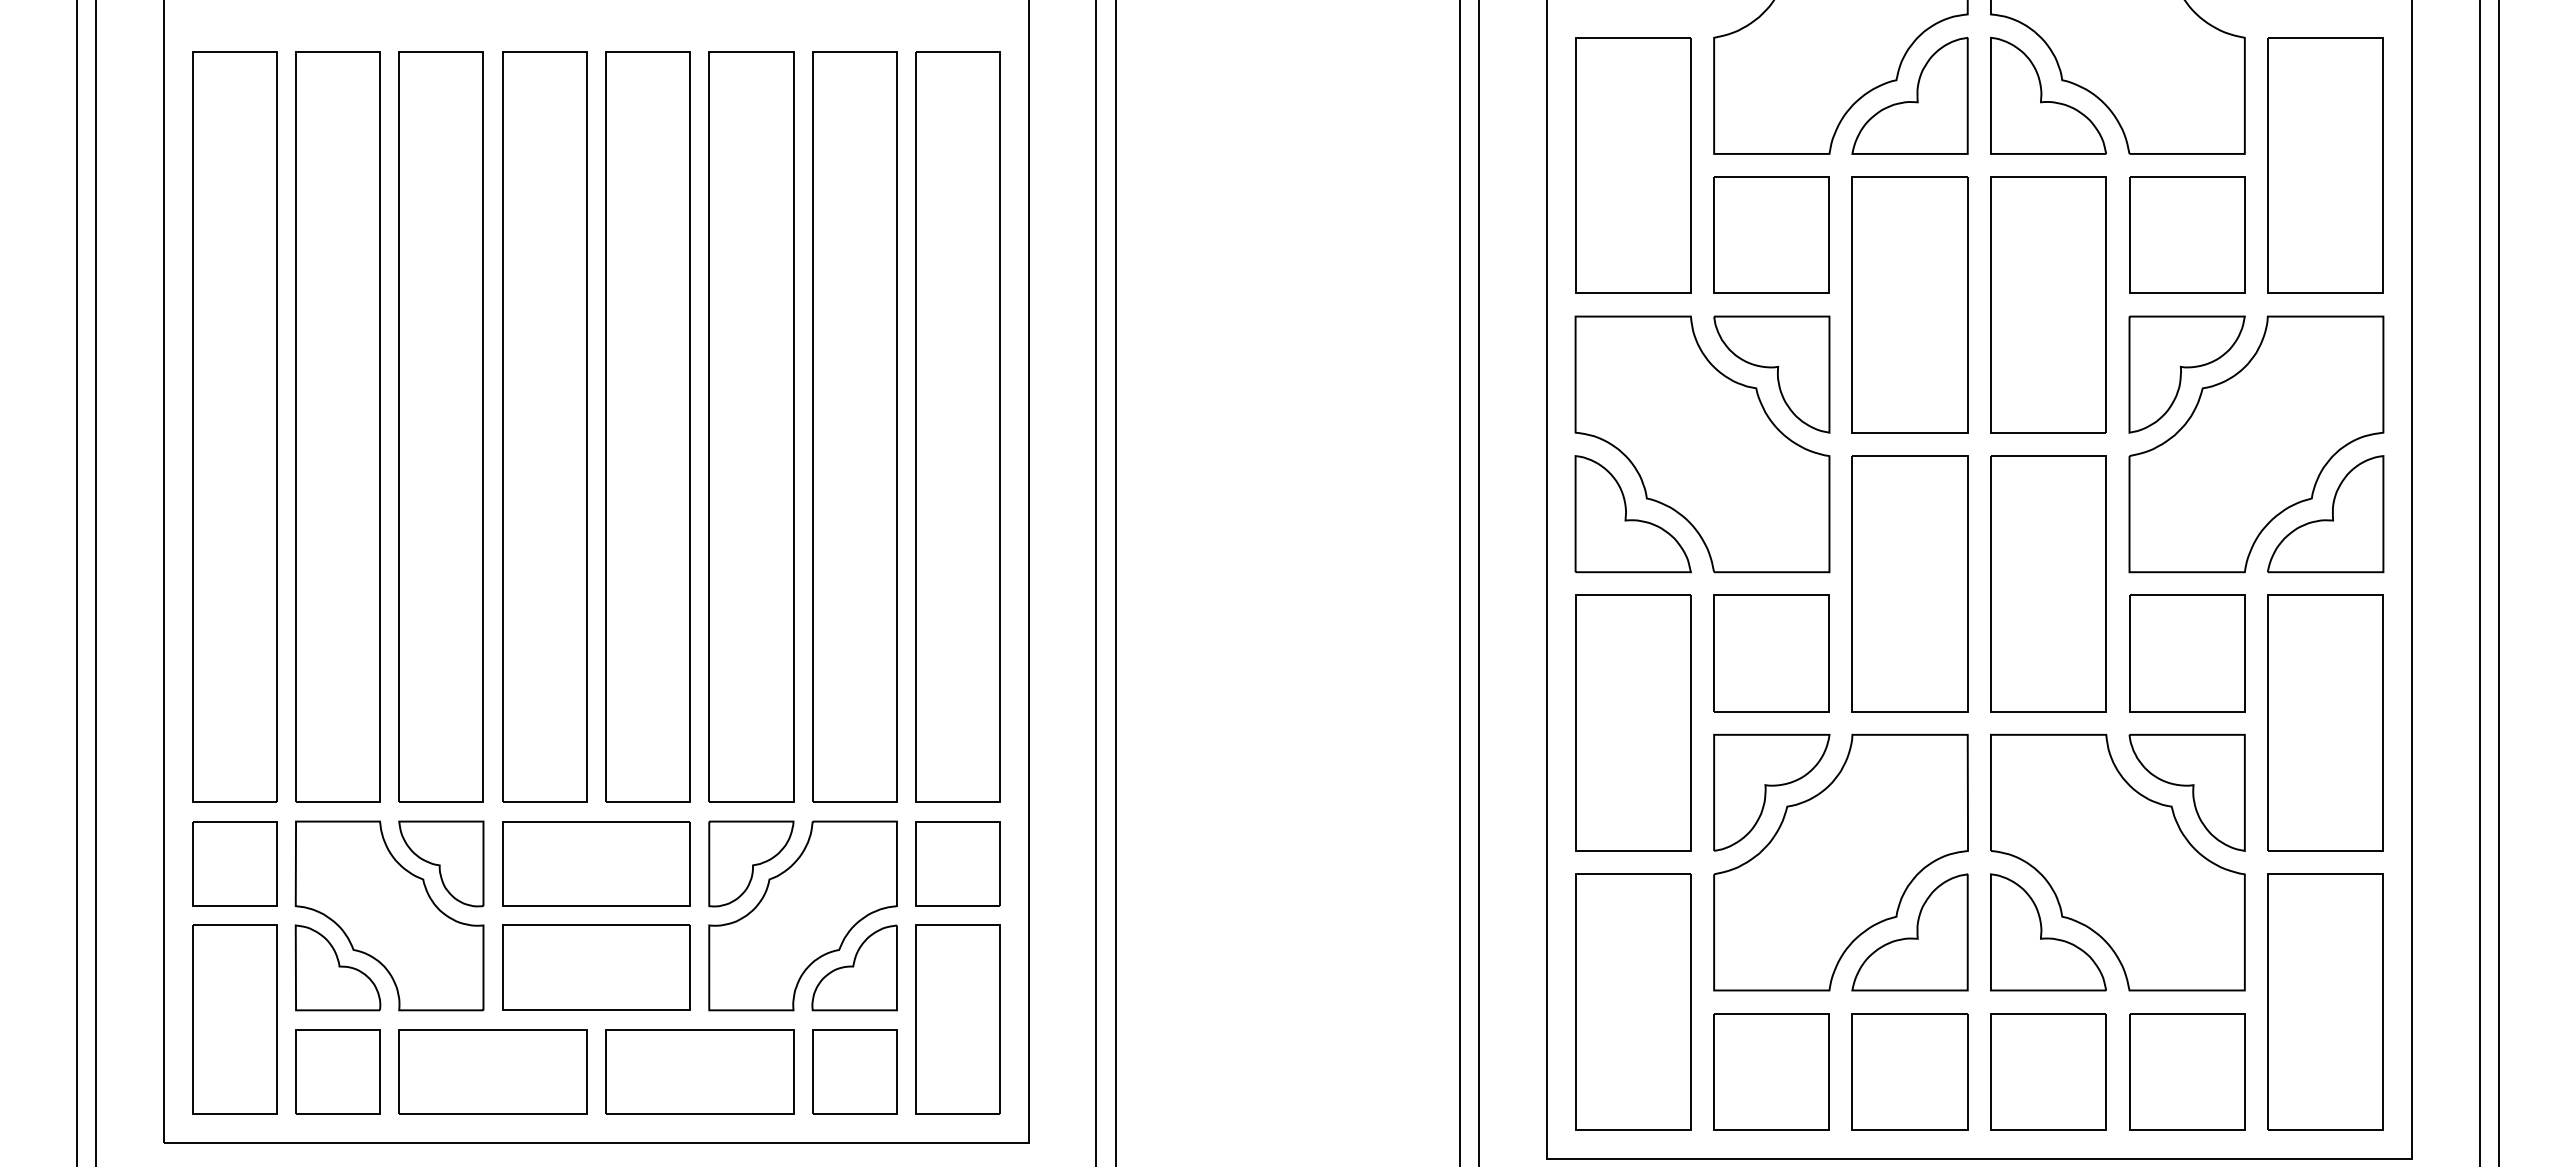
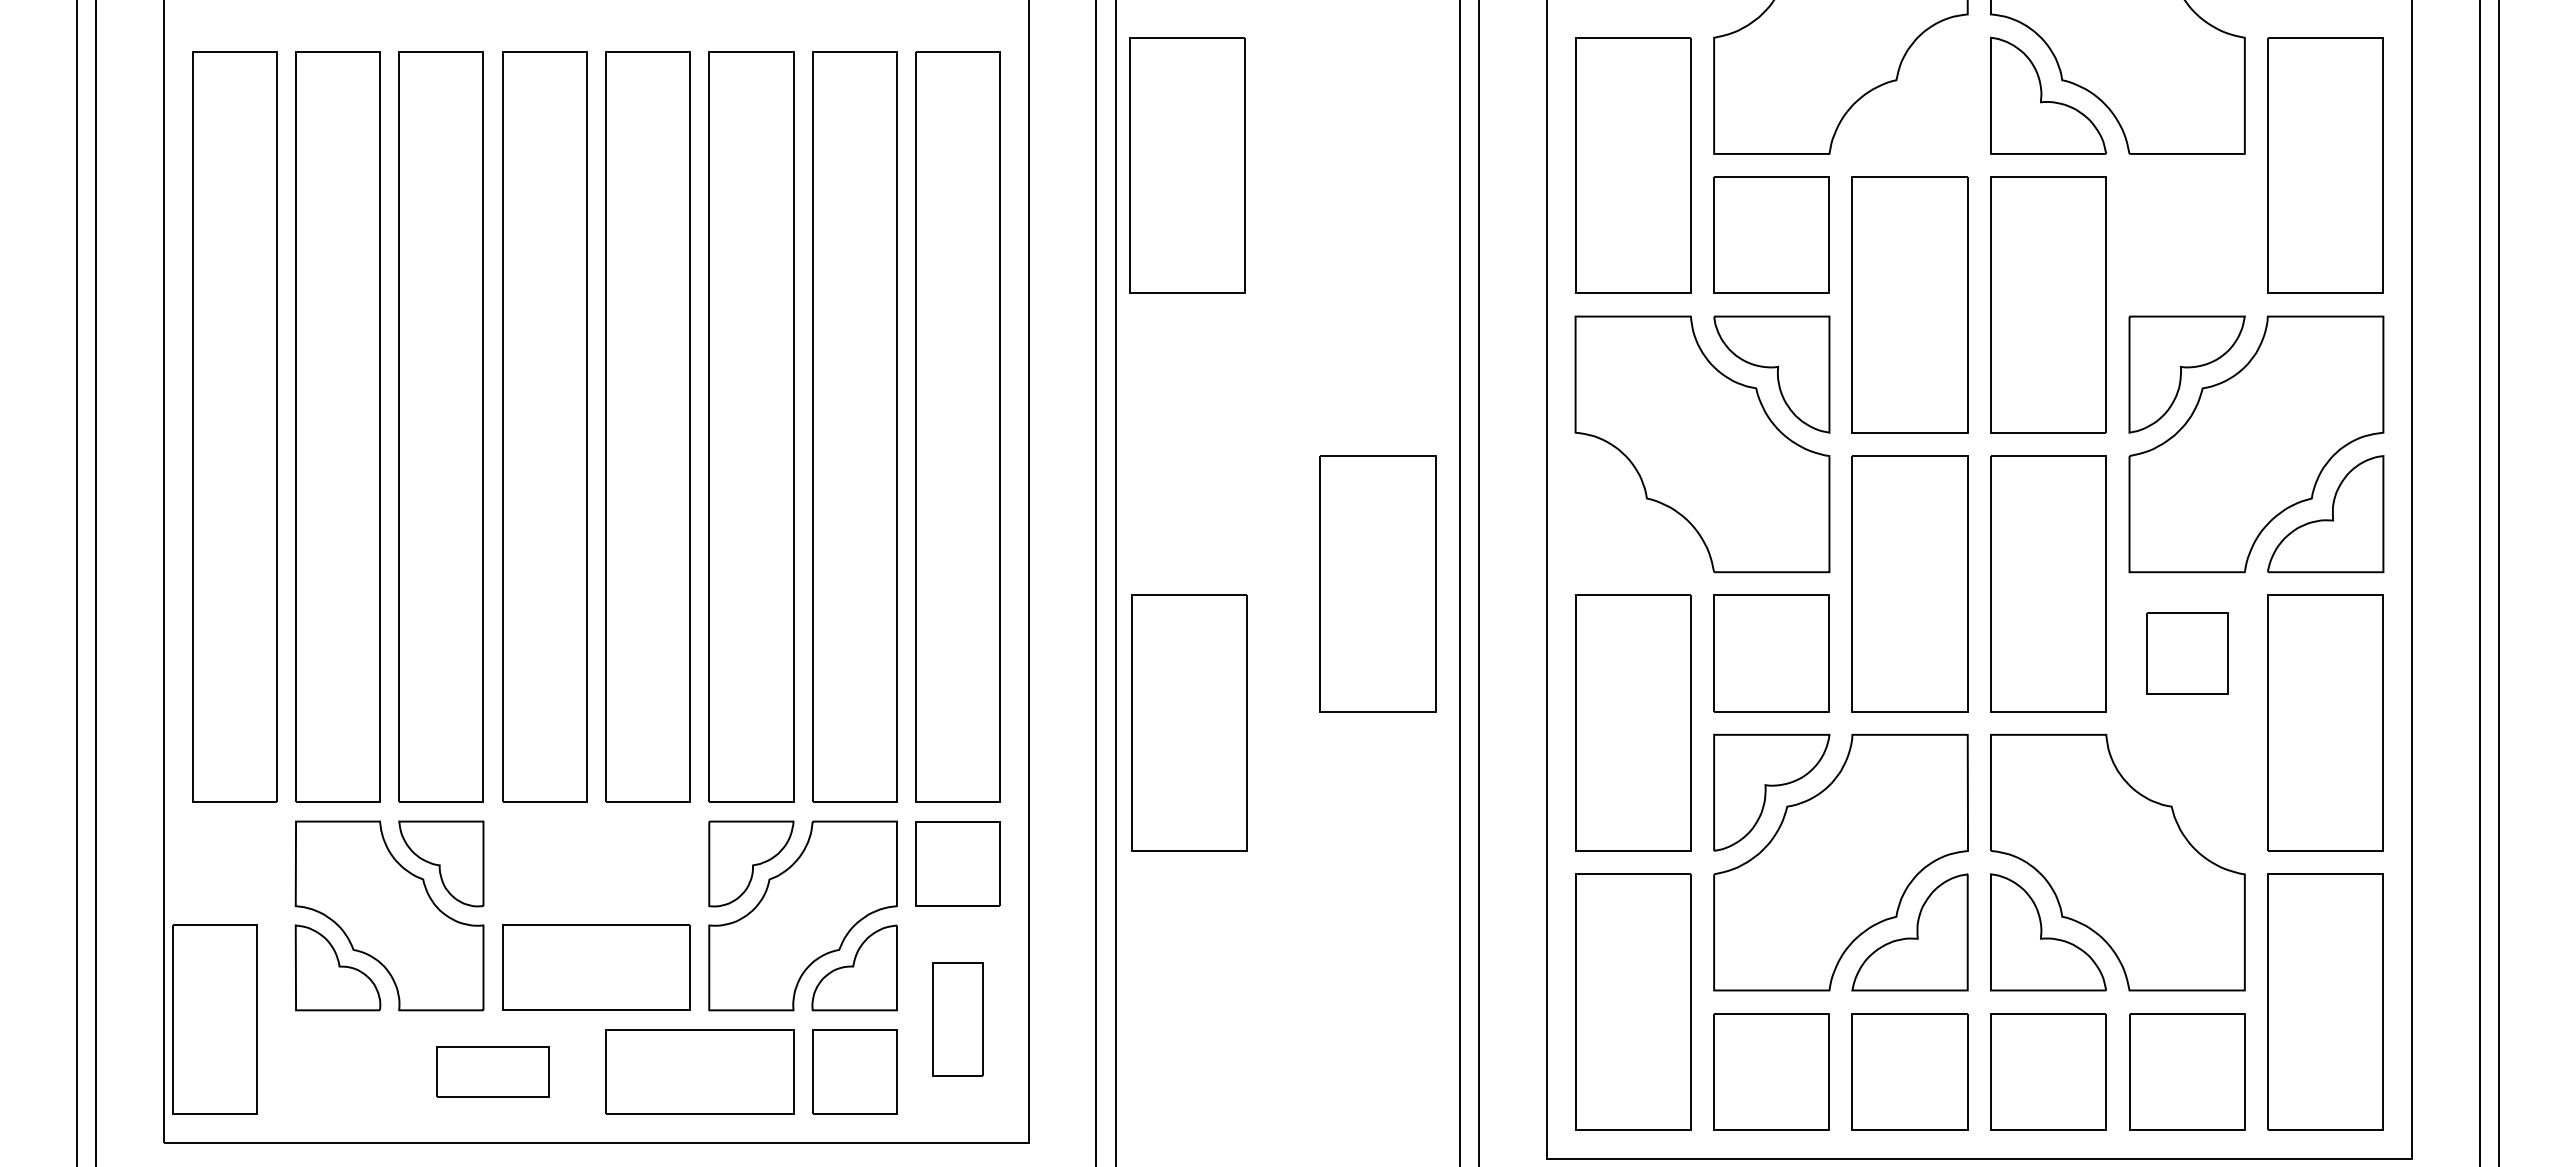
part at (1909, 95): present -> none
part at (1187, 165): none -> present
part at (2187, 234): present -> none
part at (1632, 514): present -> none
part at (1377, 583): none -> present
part at (2187, 653) size: 117x119 px -> 83x83 px
part at (1189, 722): none -> present
part at (2186, 792): present -> none
part at (234, 863): present -> none
part at (596, 863): present -> none
part at (234, 1019) position: (234, 1019) -> (214, 1019)
part at (957, 1019) size: 86x191 px -> 52x115 px
part at (337, 1071): present -> none
part at (492, 1071) size: 190x86 px -> 114x52 px
